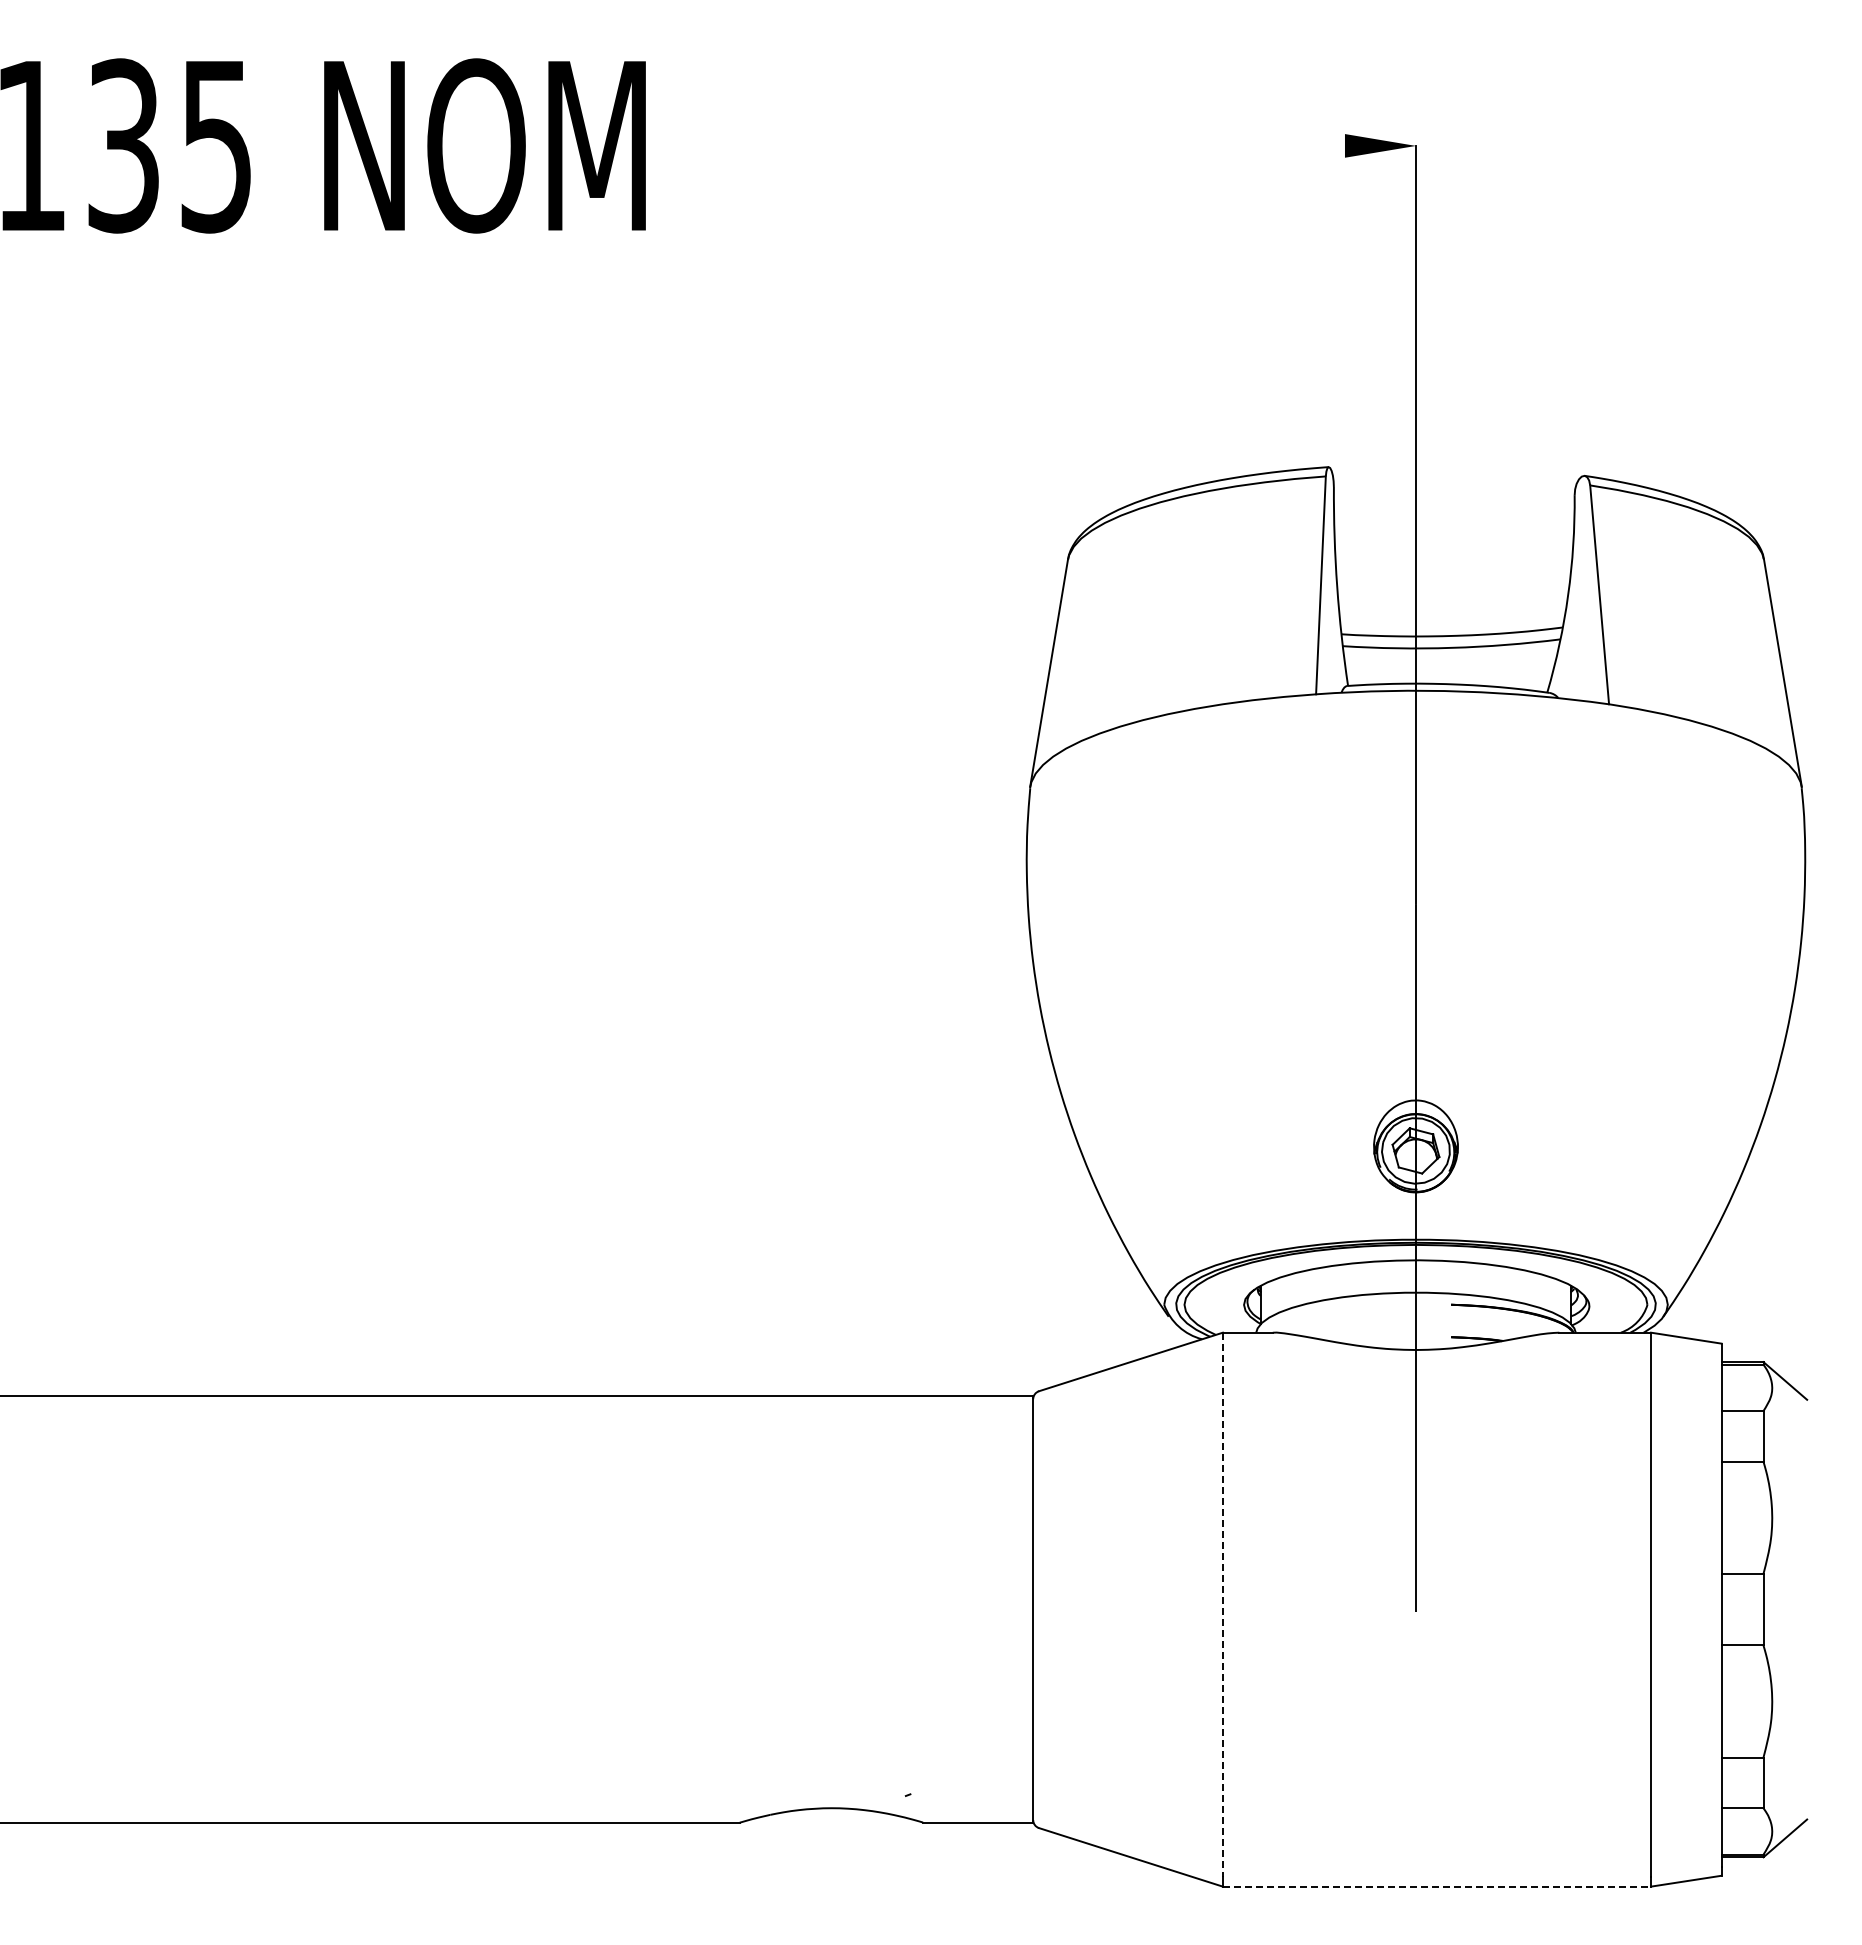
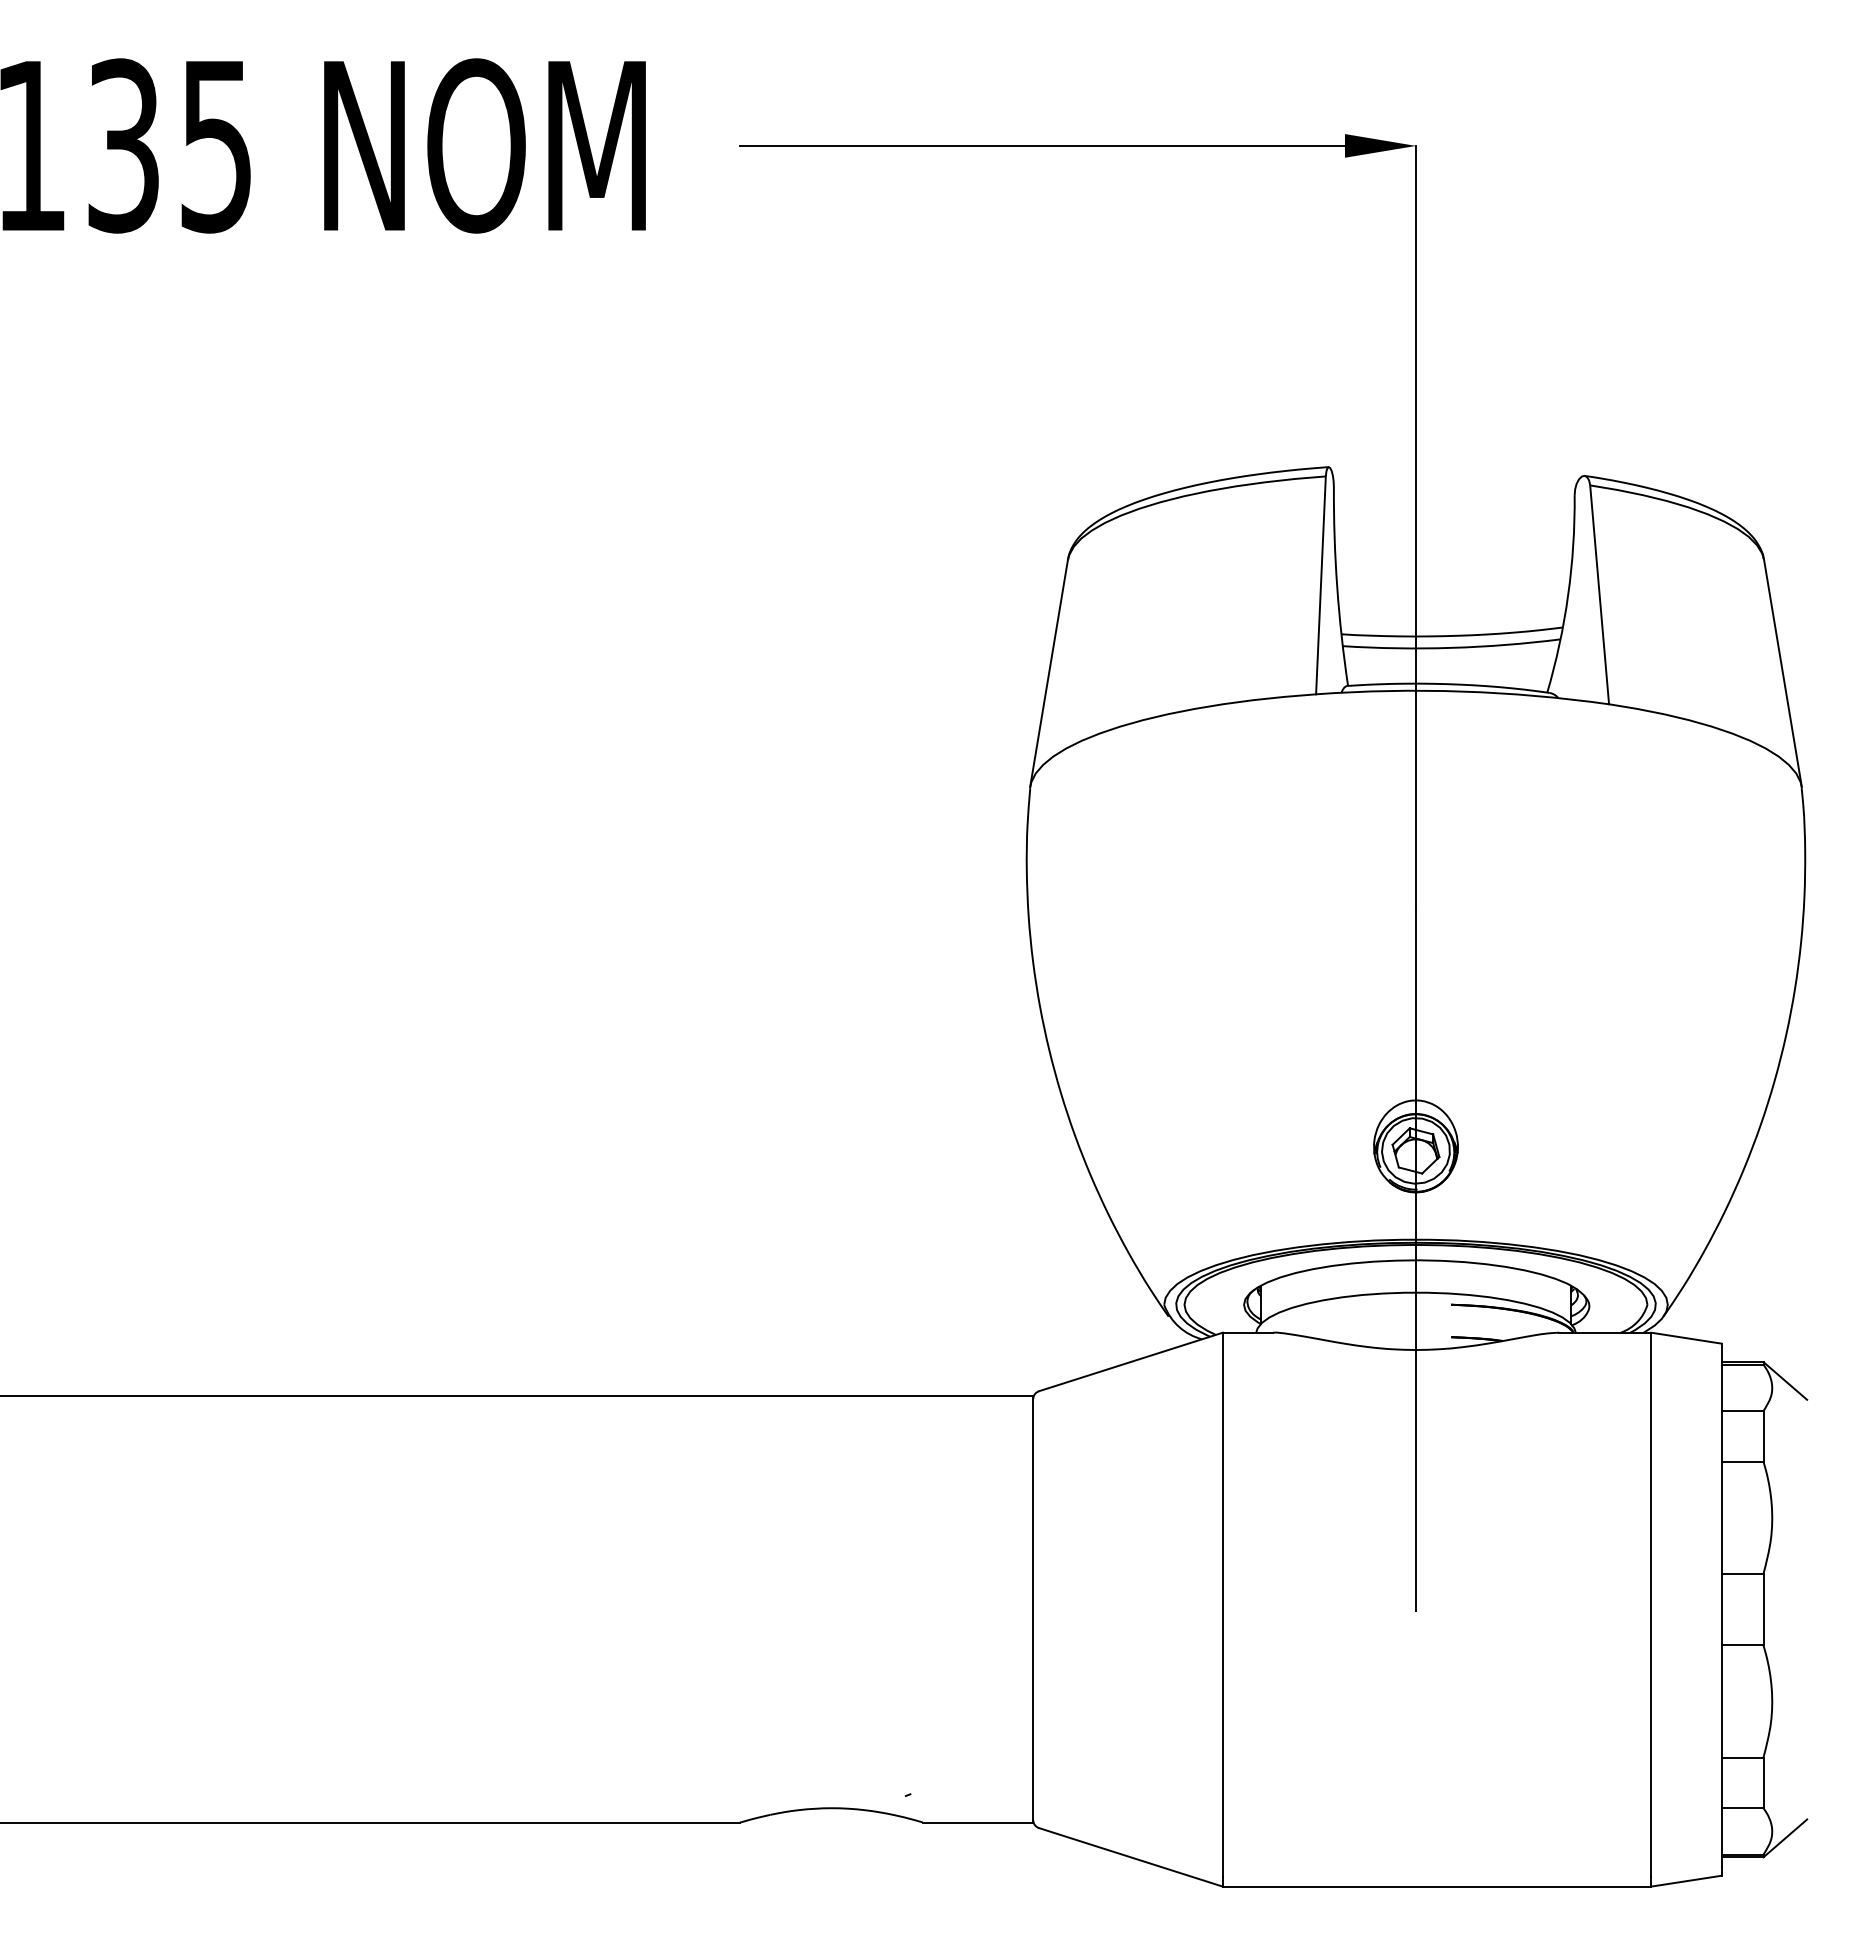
line at (1041, 145): none -> present
line at (1222, 1605): dashed -> solid
line at (1437, 1886): dashed -> solid
